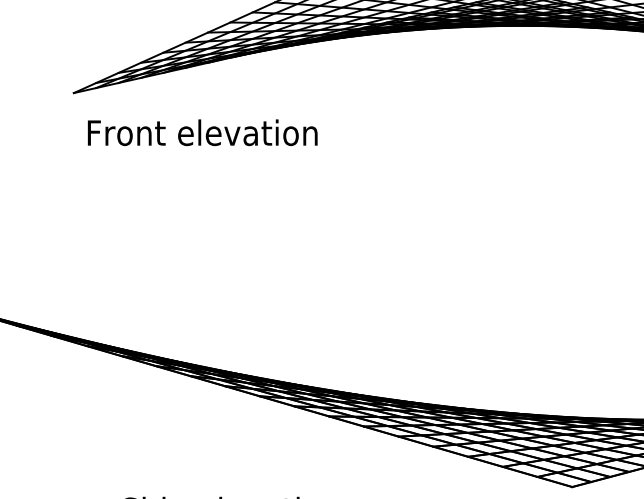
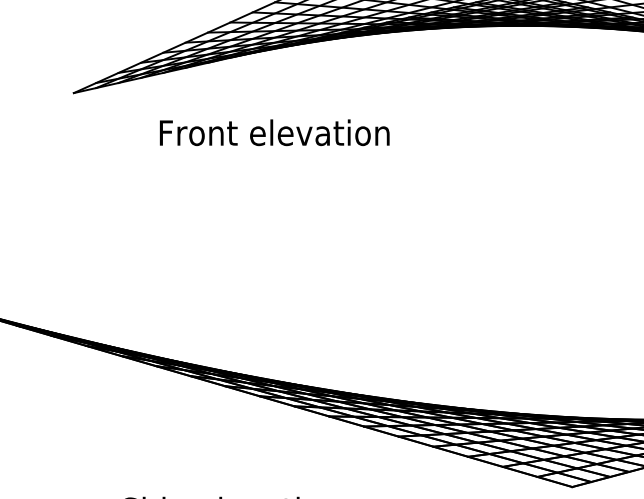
text at (202, 132) position: (202, 132) -> (274, 132)
